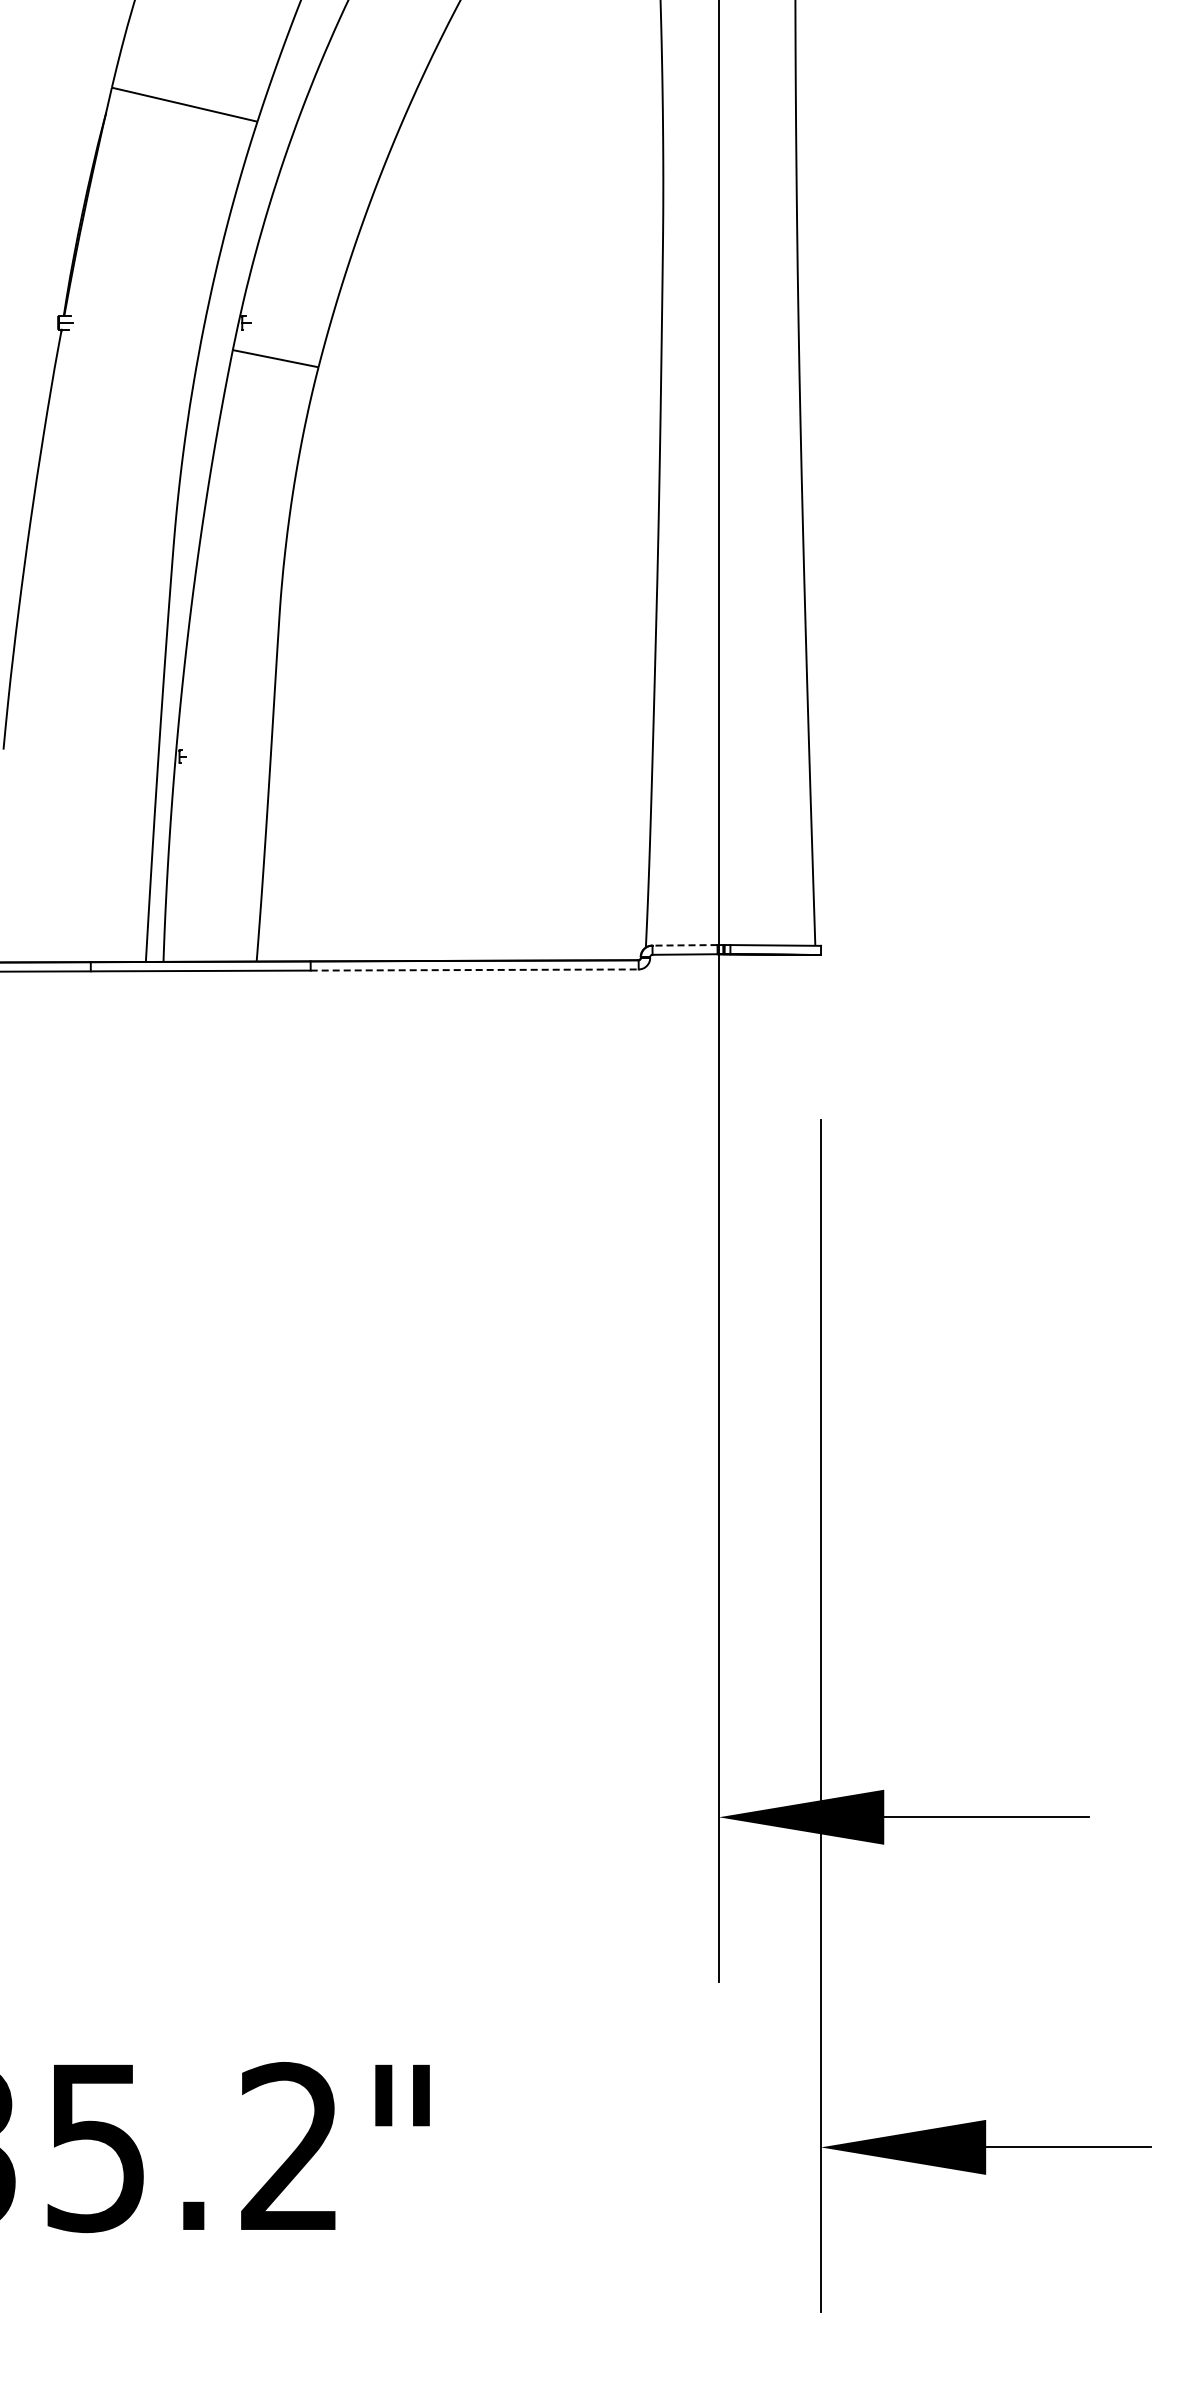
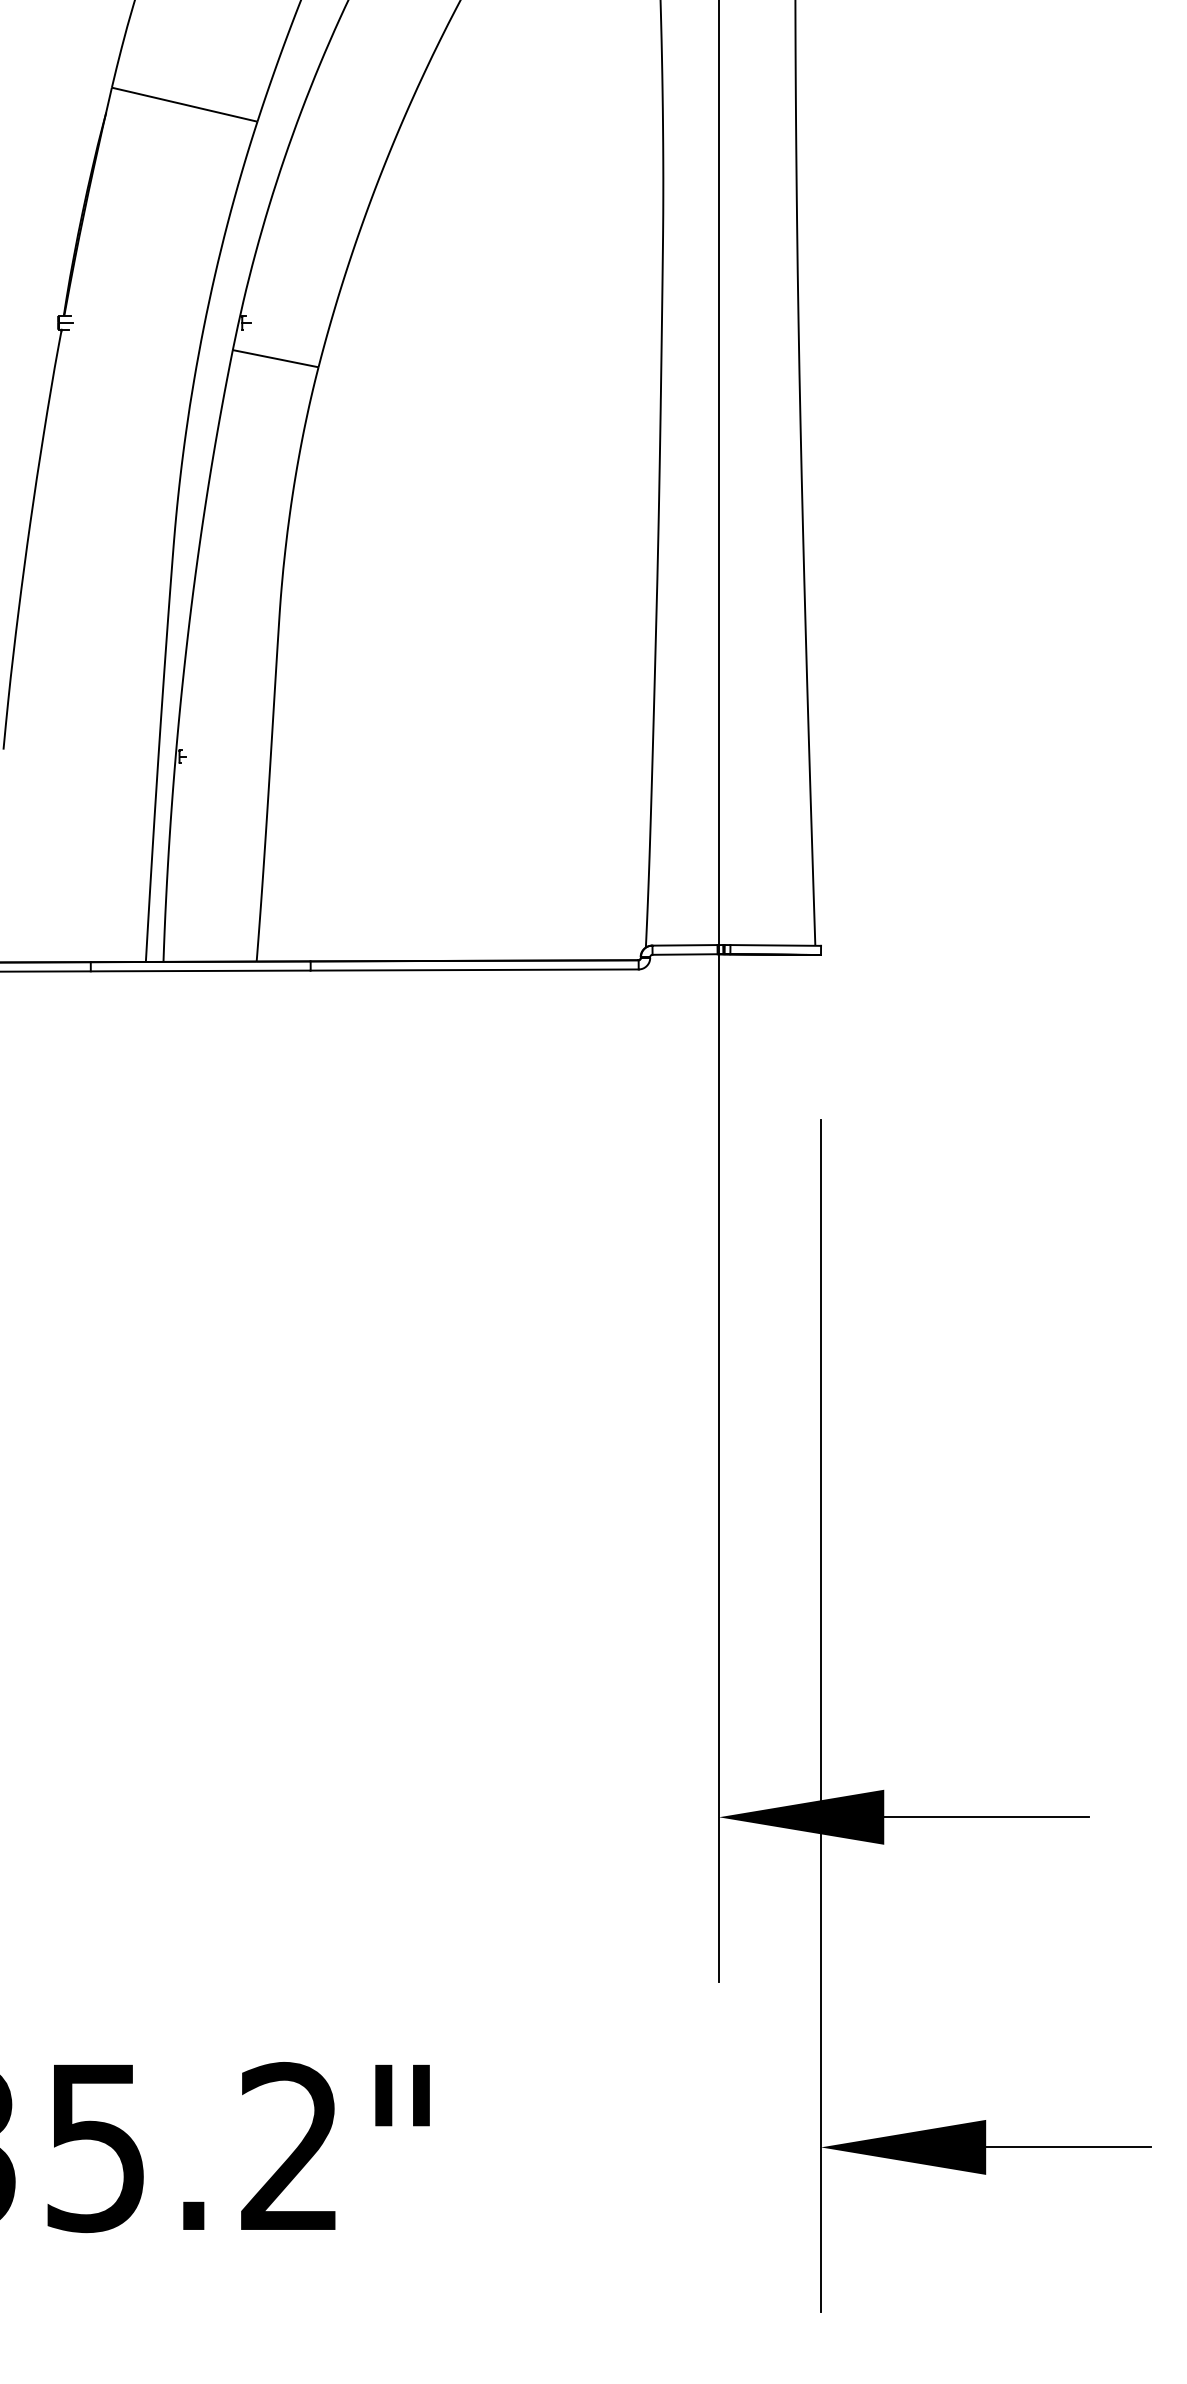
line at (685, 945): dashed -> solid
line at (474, 970): dashed -> solid
